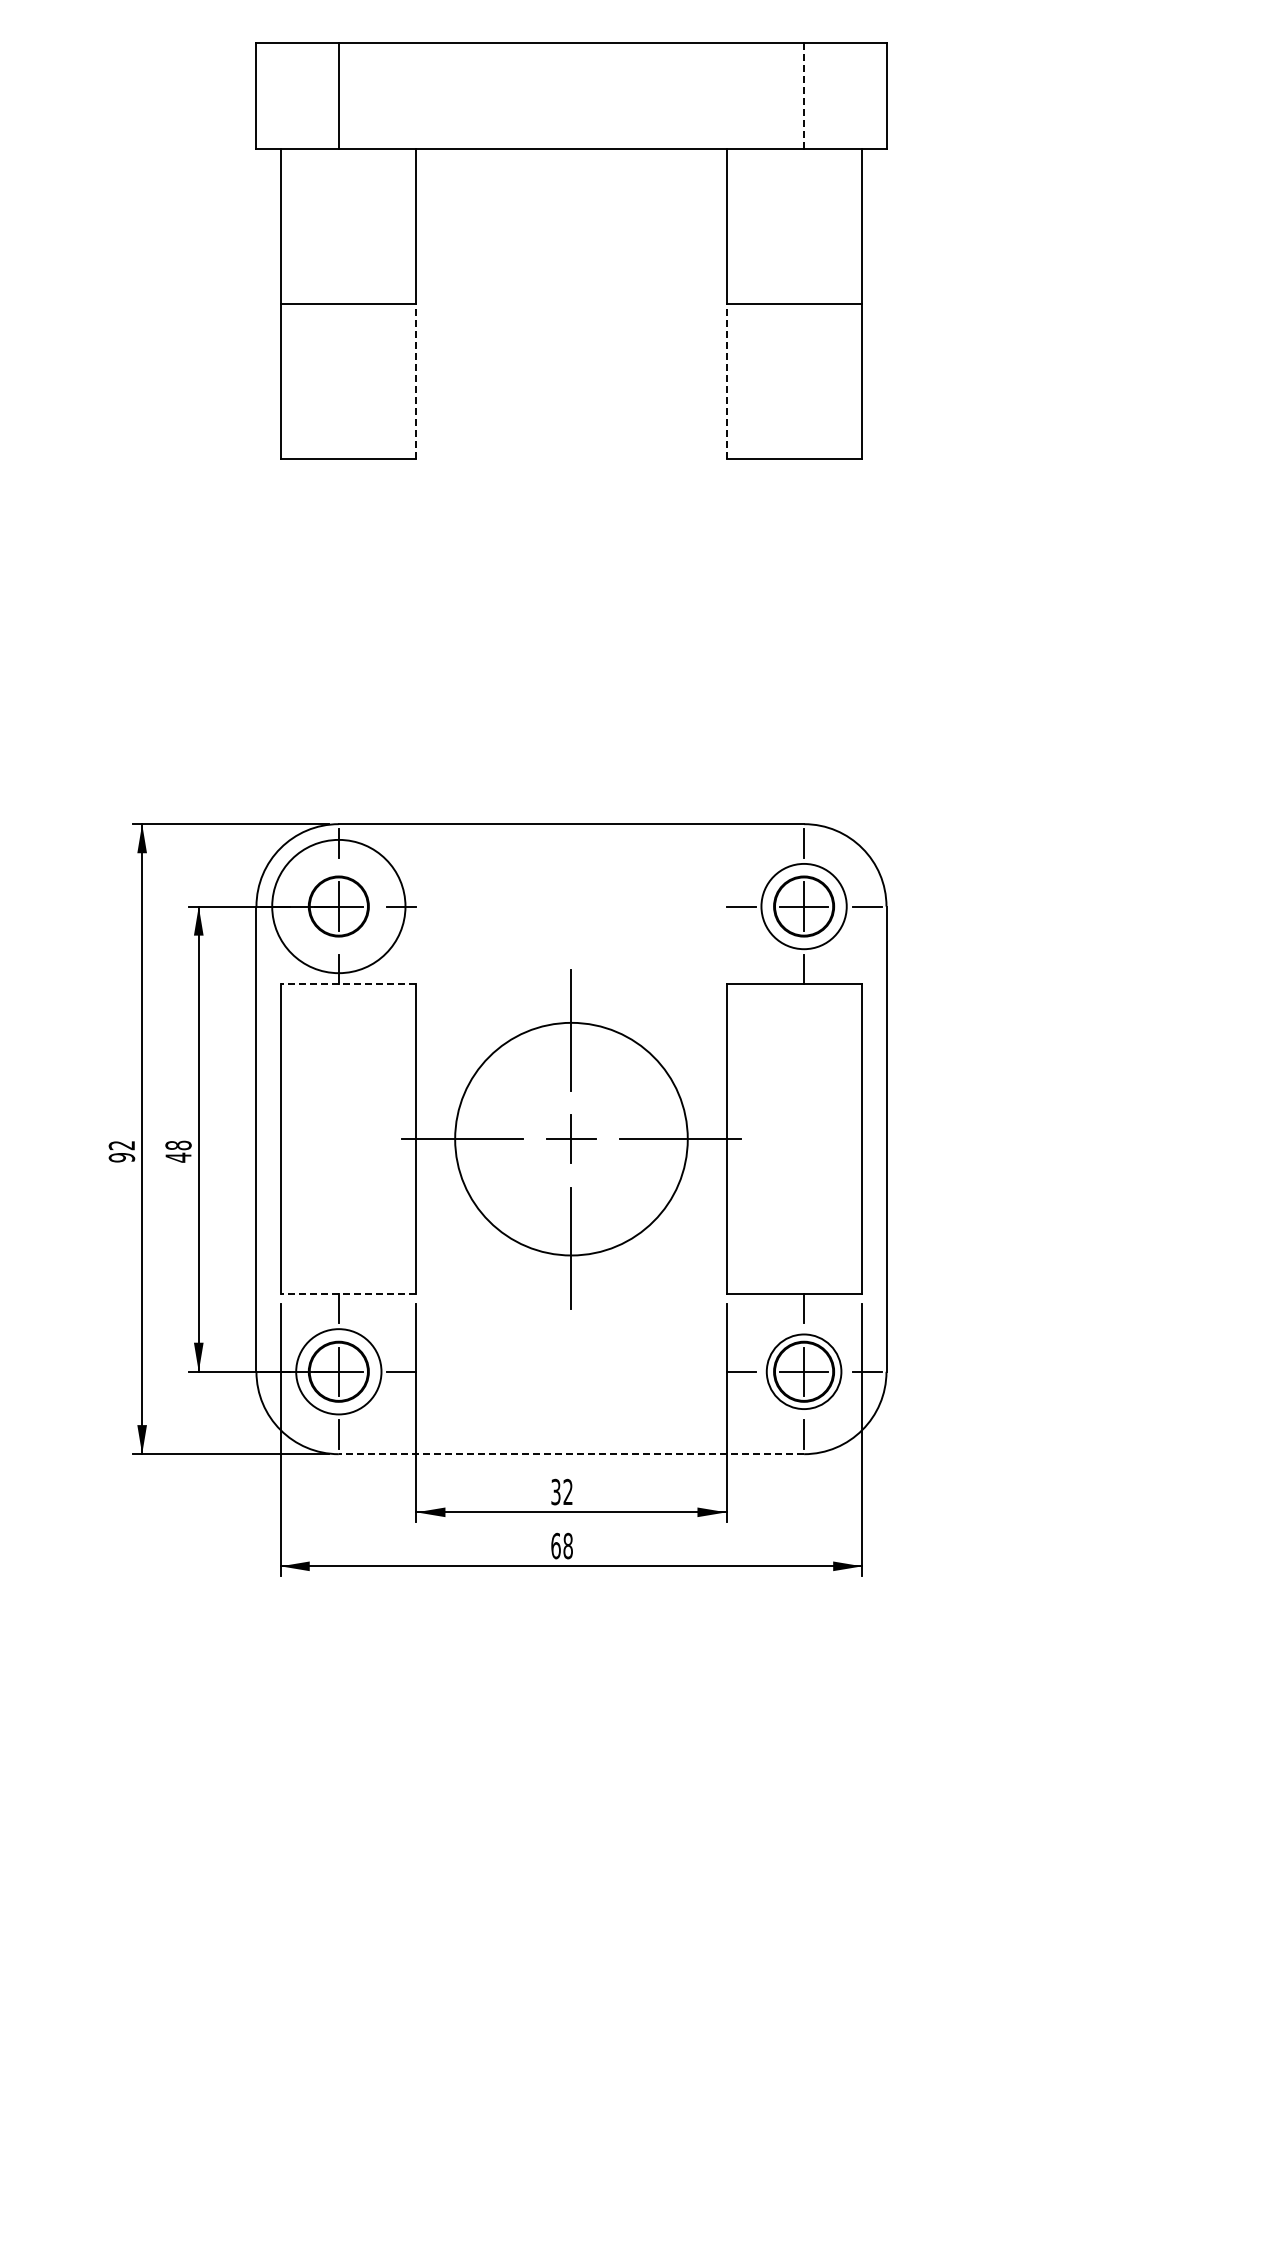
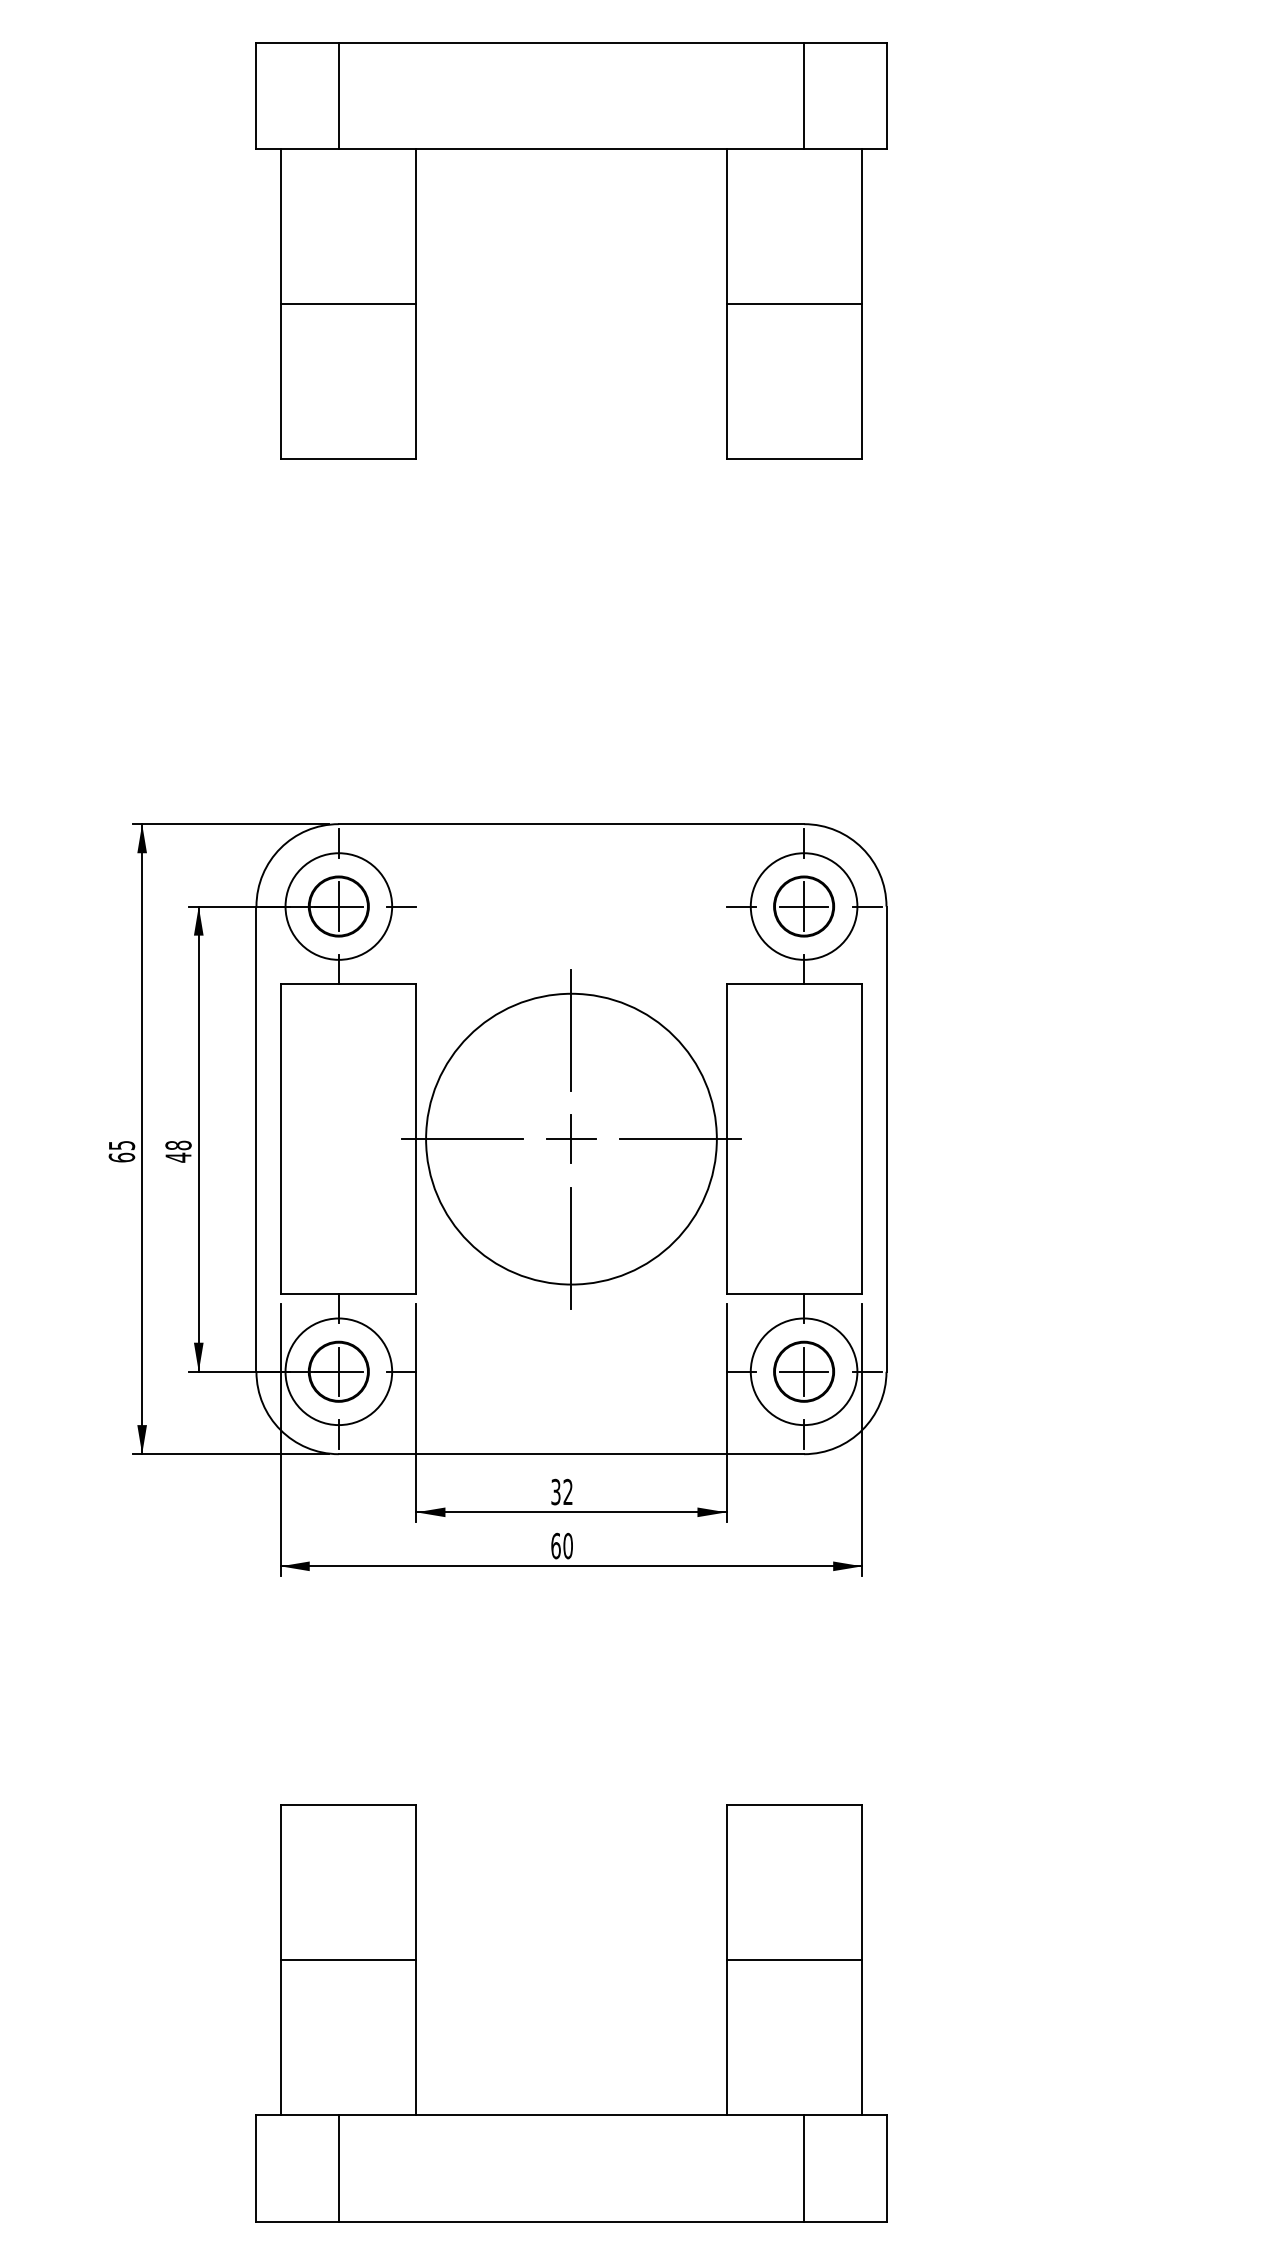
line at (804, 95): dashed -> solid
line at (416, 381): dashed -> solid
line at (726, 381): dashed -> solid
circle at (338, 906) diameter: 133 px -> 107 px
circle at (803, 906) diameter: 85 px -> 107 px
line at (348, 984): dashed -> solid
circle at (571, 1138) diameter: 233 px -> 291 px
text at (121, 1151): 92 -> 65
line at (348, 1294): dashed -> solid
circle at (338, 1371) diameter: 85 px -> 107 px
circle at (803, 1371) diameter: 75 px -> 107 px
line at (571, 1454): dashed -> solid
text at (567, 1545): 68 -> 60
part at (571, 2114): none -> present
